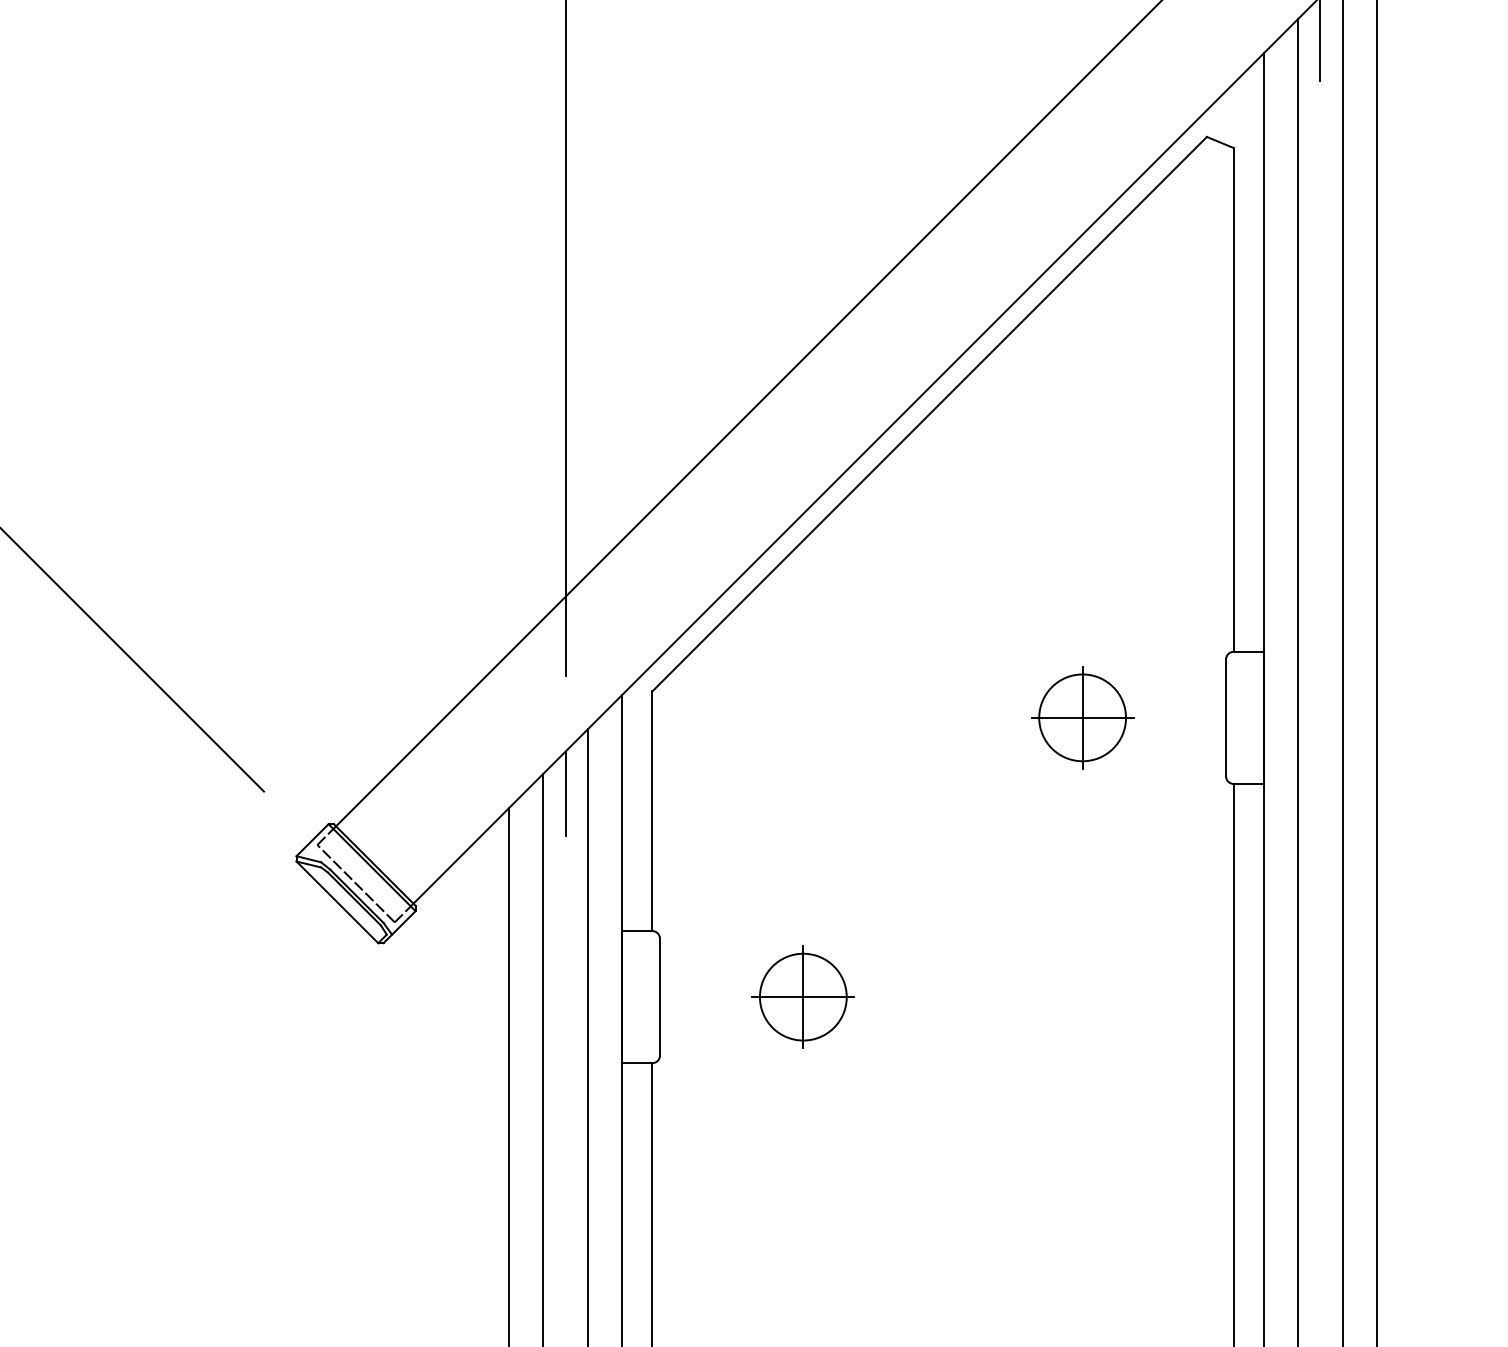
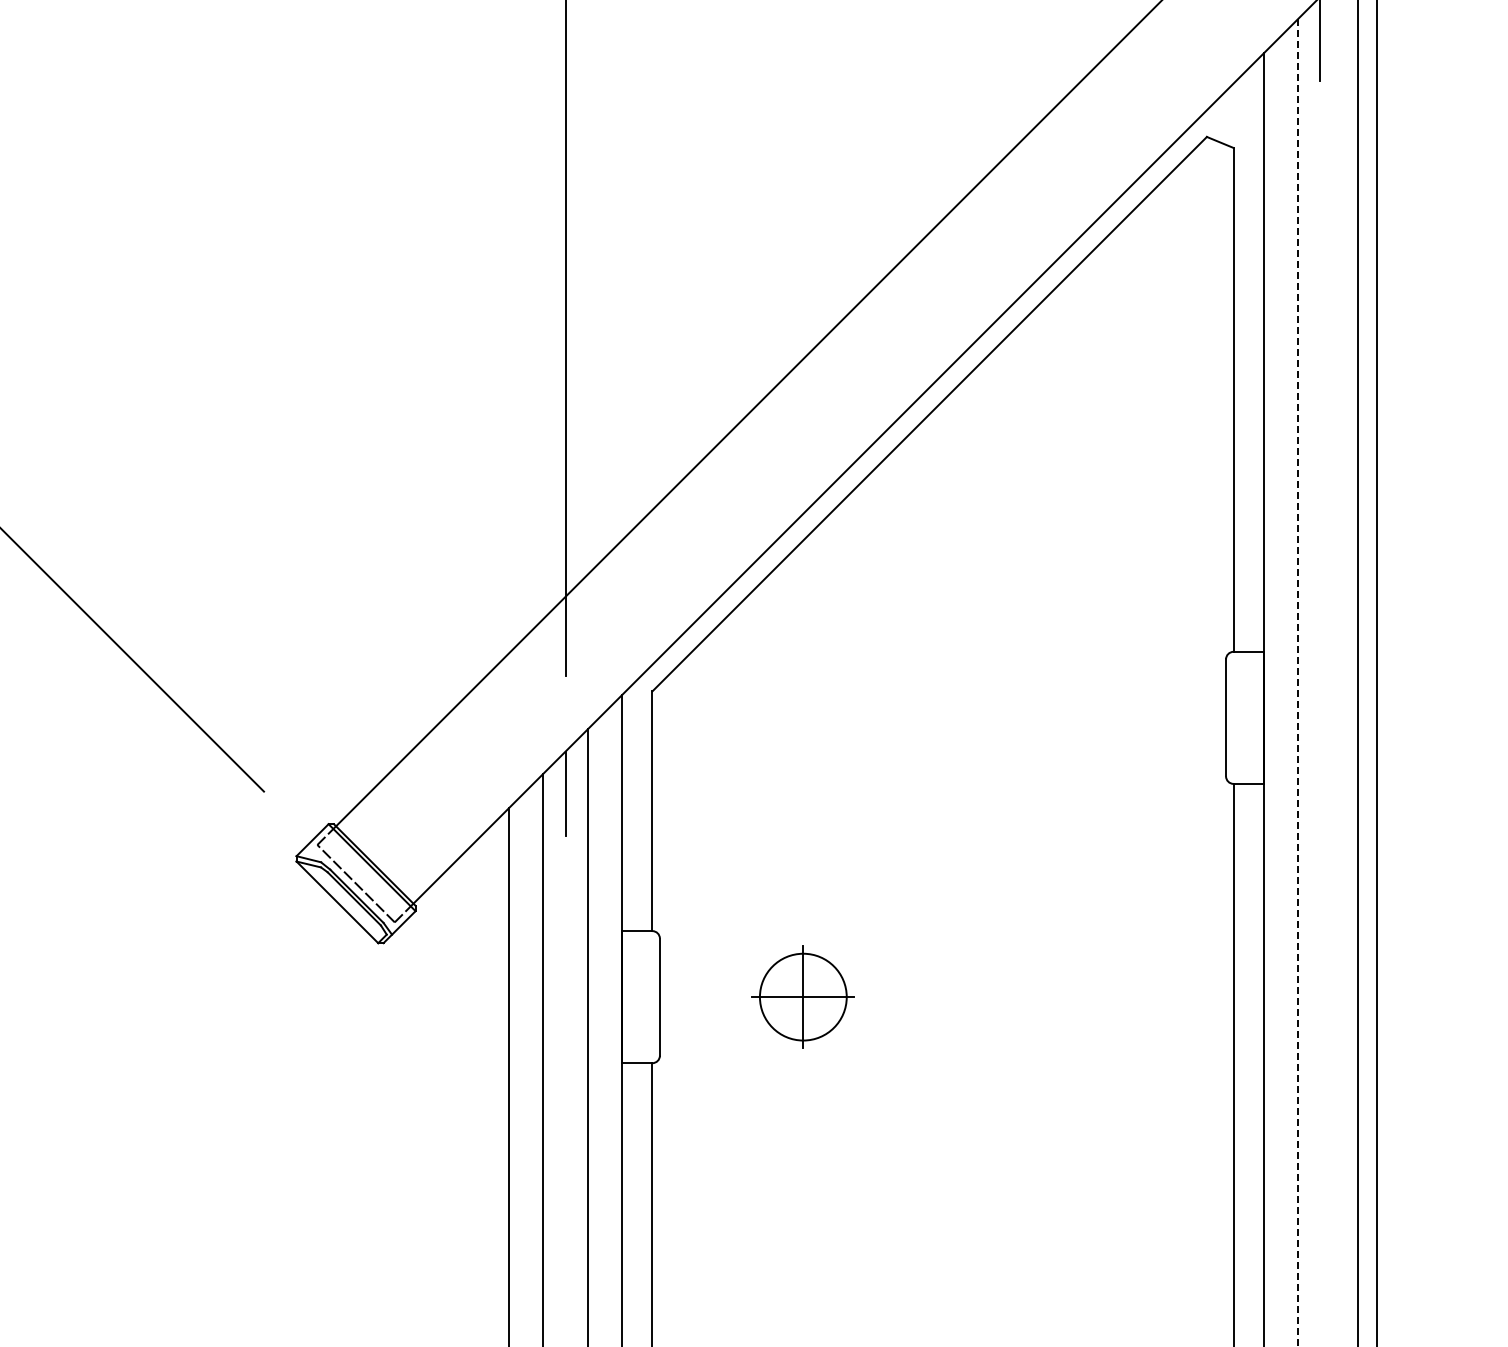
line at (1343, 672) position: (1343, 672) -> (1358, 672)
line at (1297, 683): solid -> dashed
part at (1082, 717): present -> none
